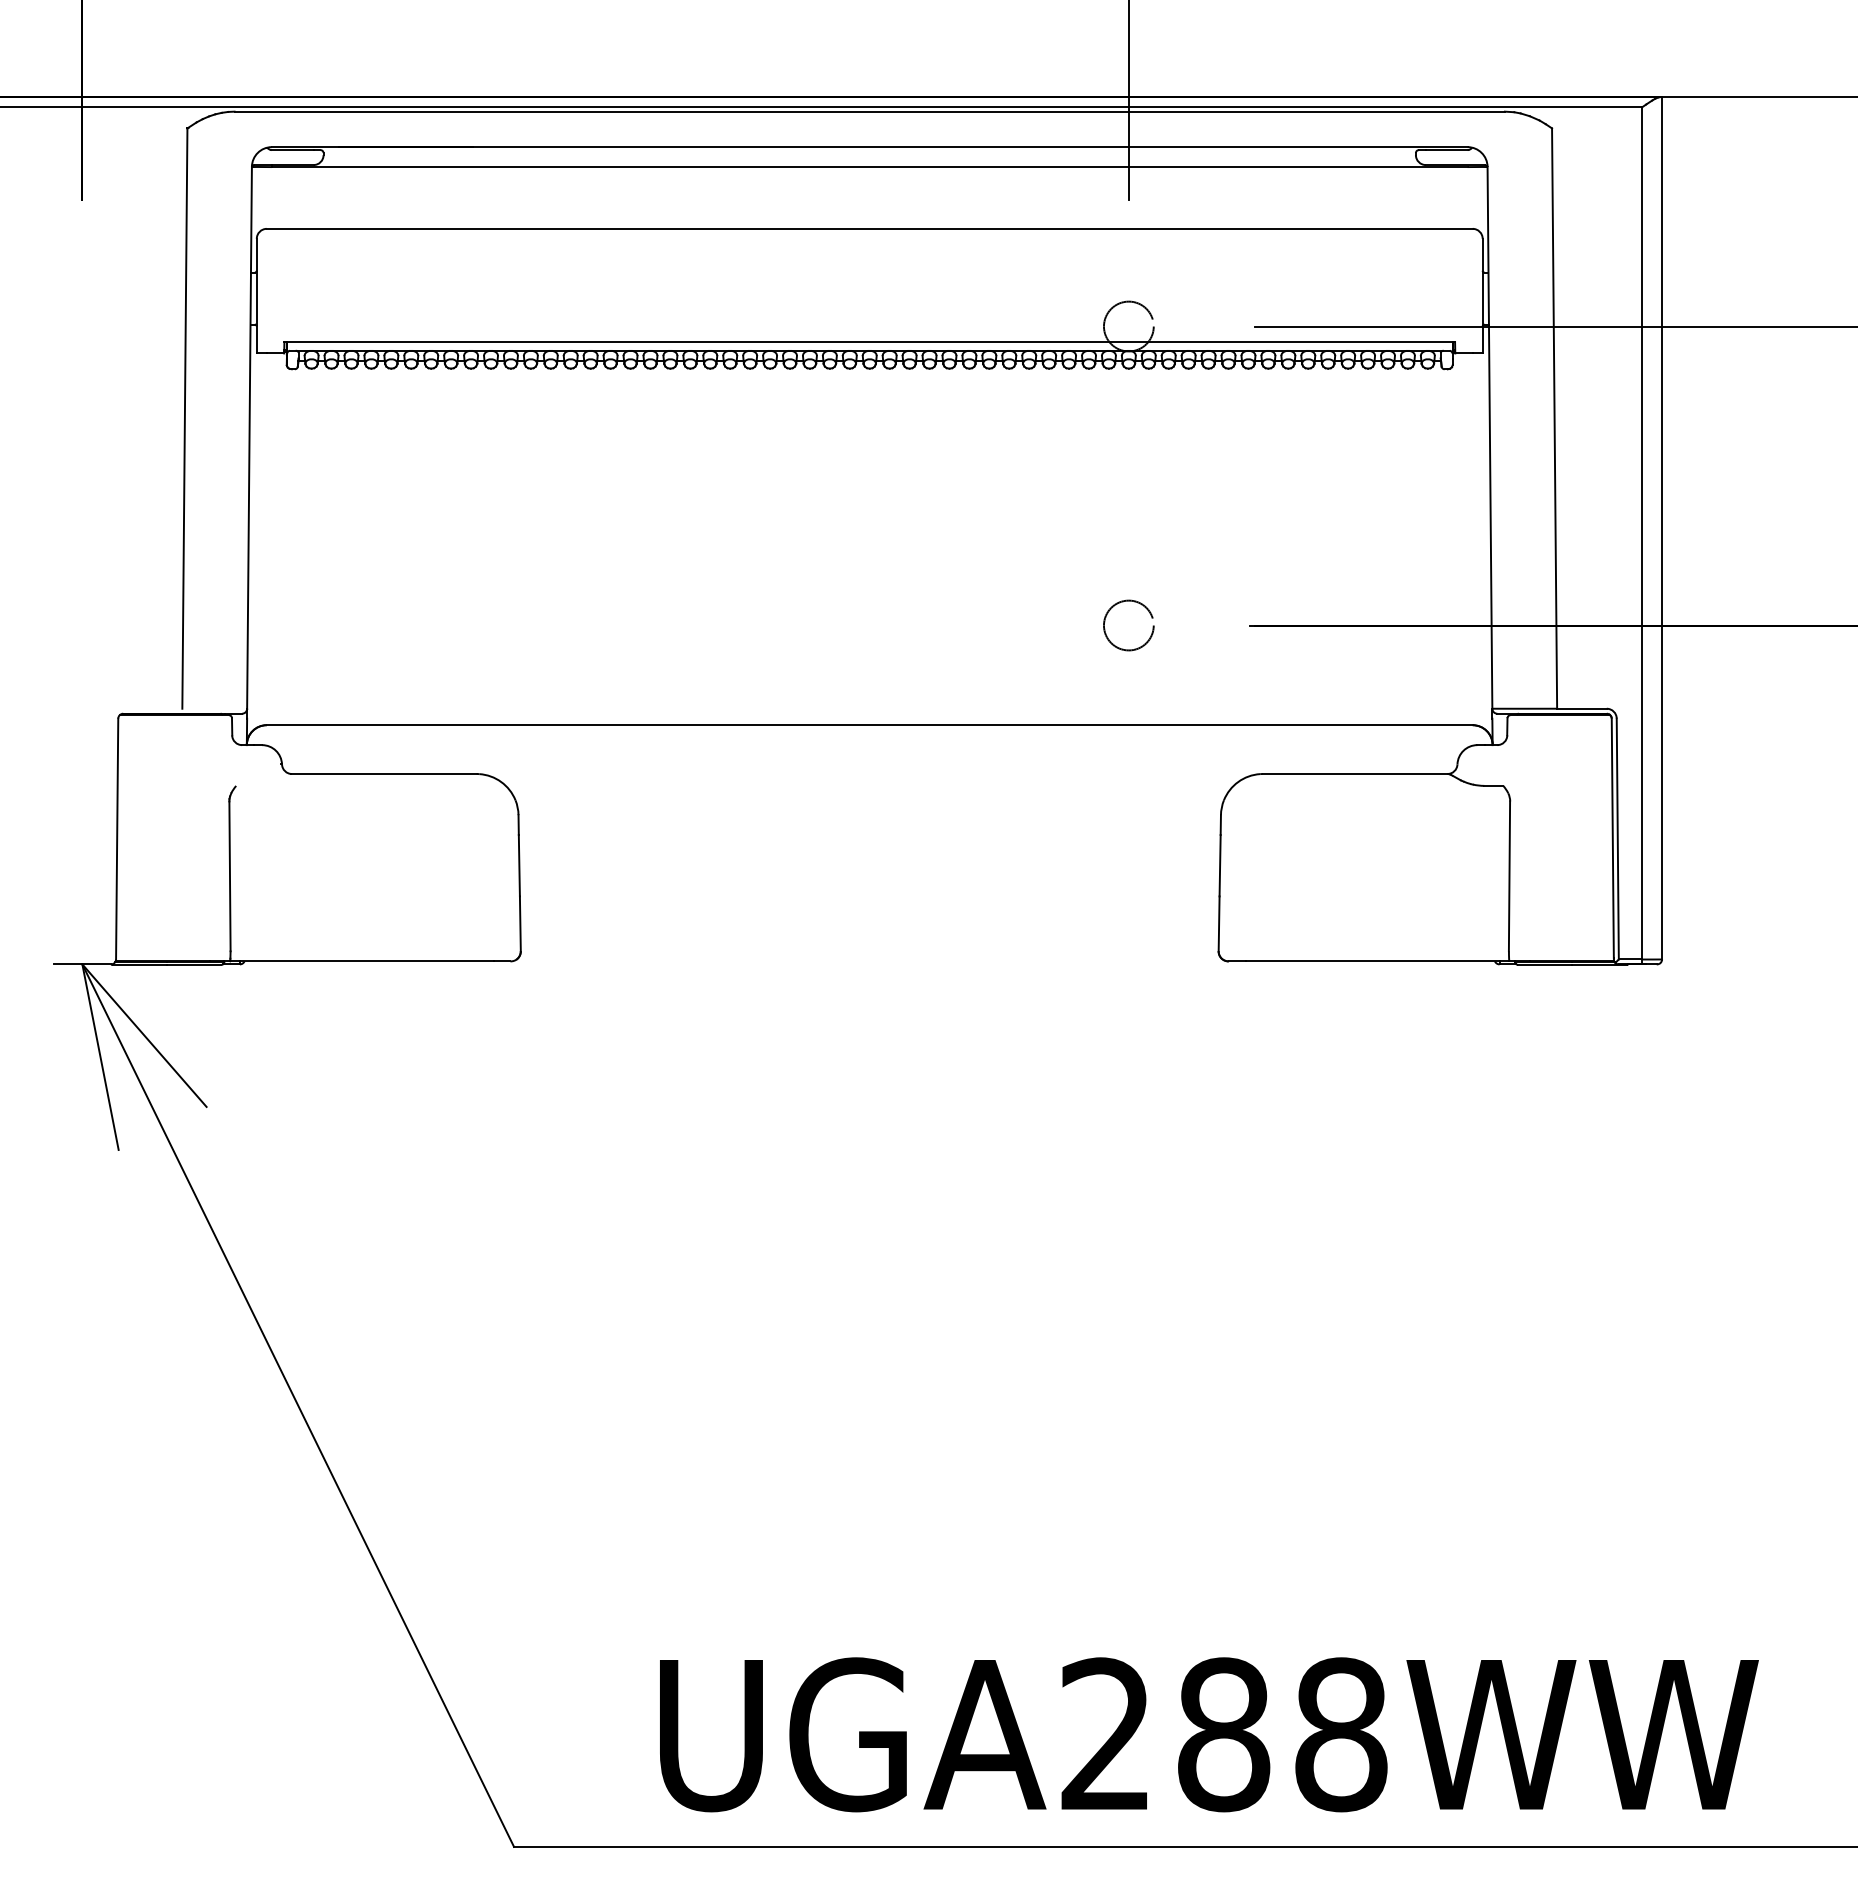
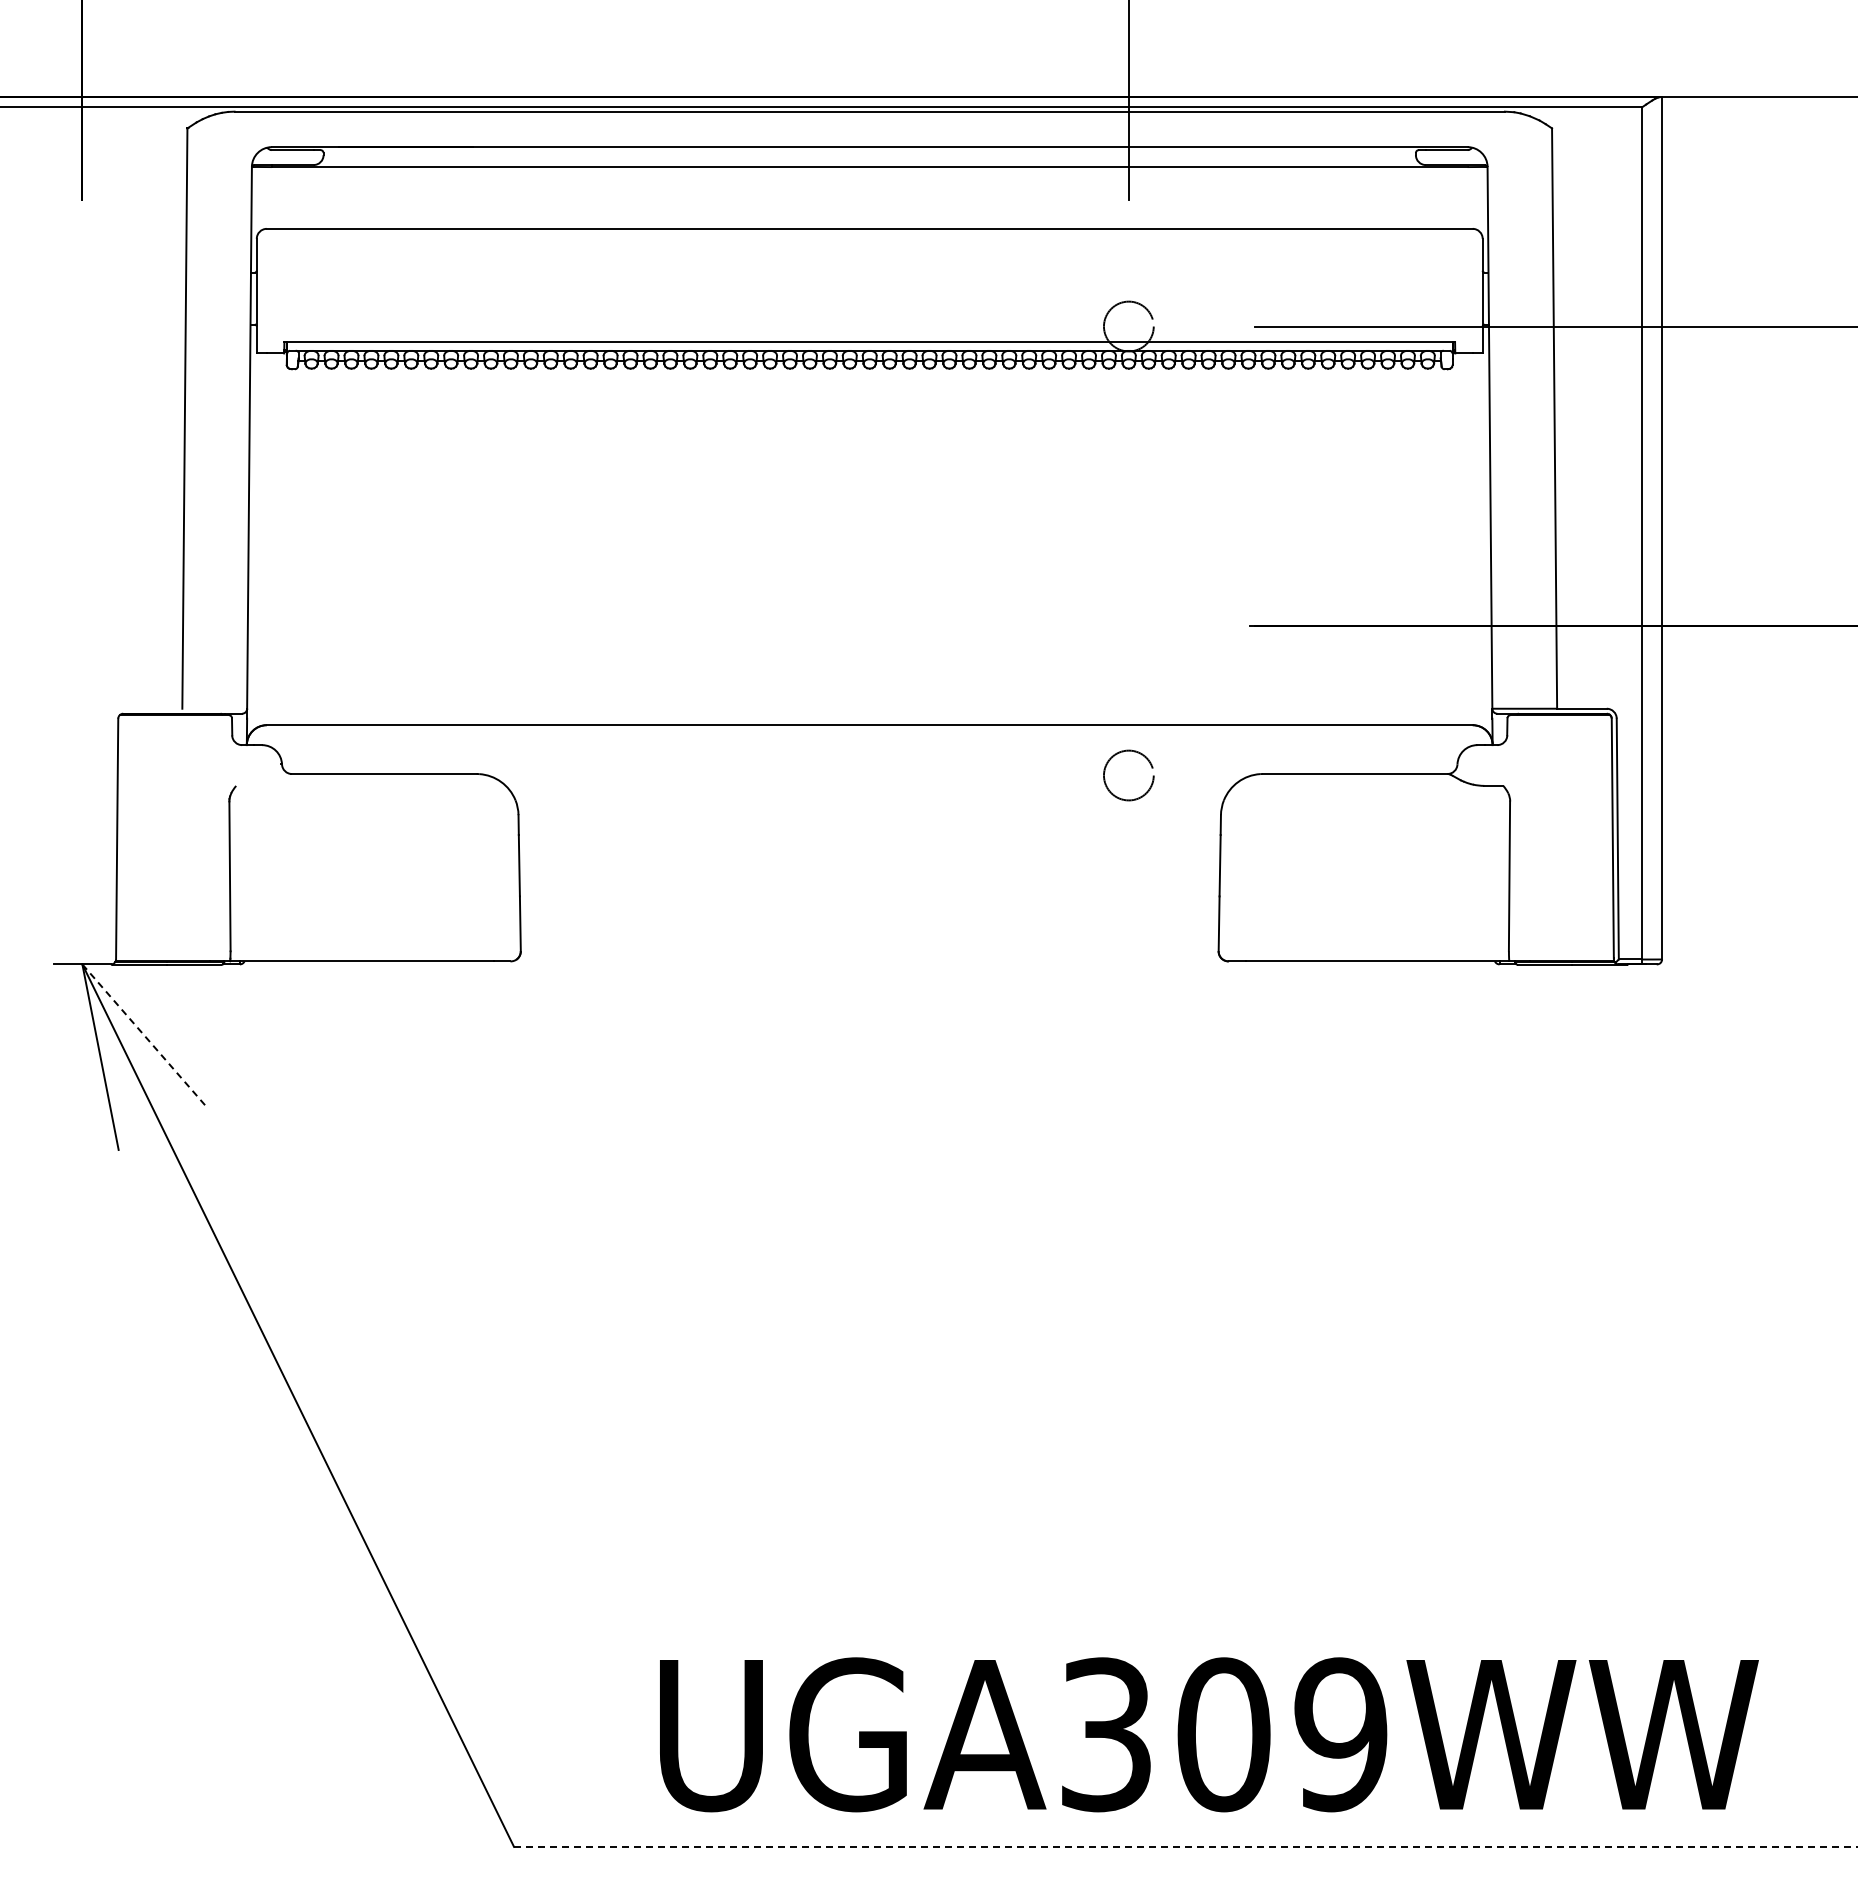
circle at (1128, 625) position: (1128, 625) -> (1128, 775)
line at (144, 1035): solid -> dashed
text at (1224, 1734): UGA288WW -> UGA309WW
line at (1185, 1846): solid -> dashed
